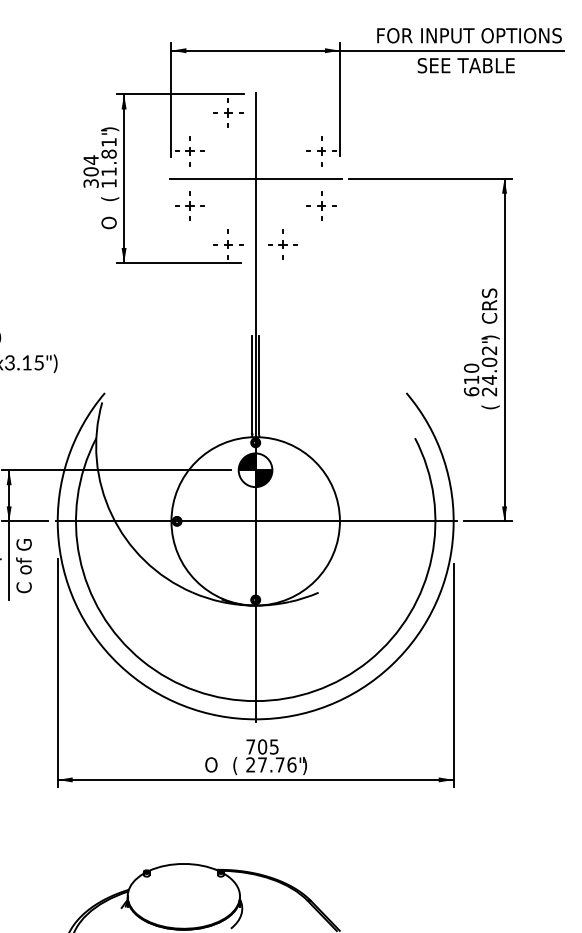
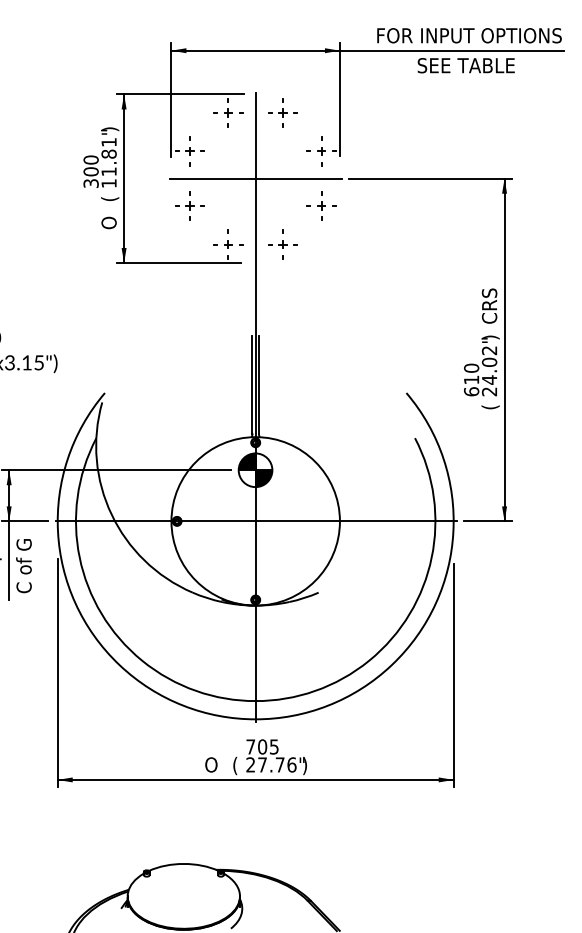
part at (282, 112): none -> present
text at (90, 159): 304 -> 300
